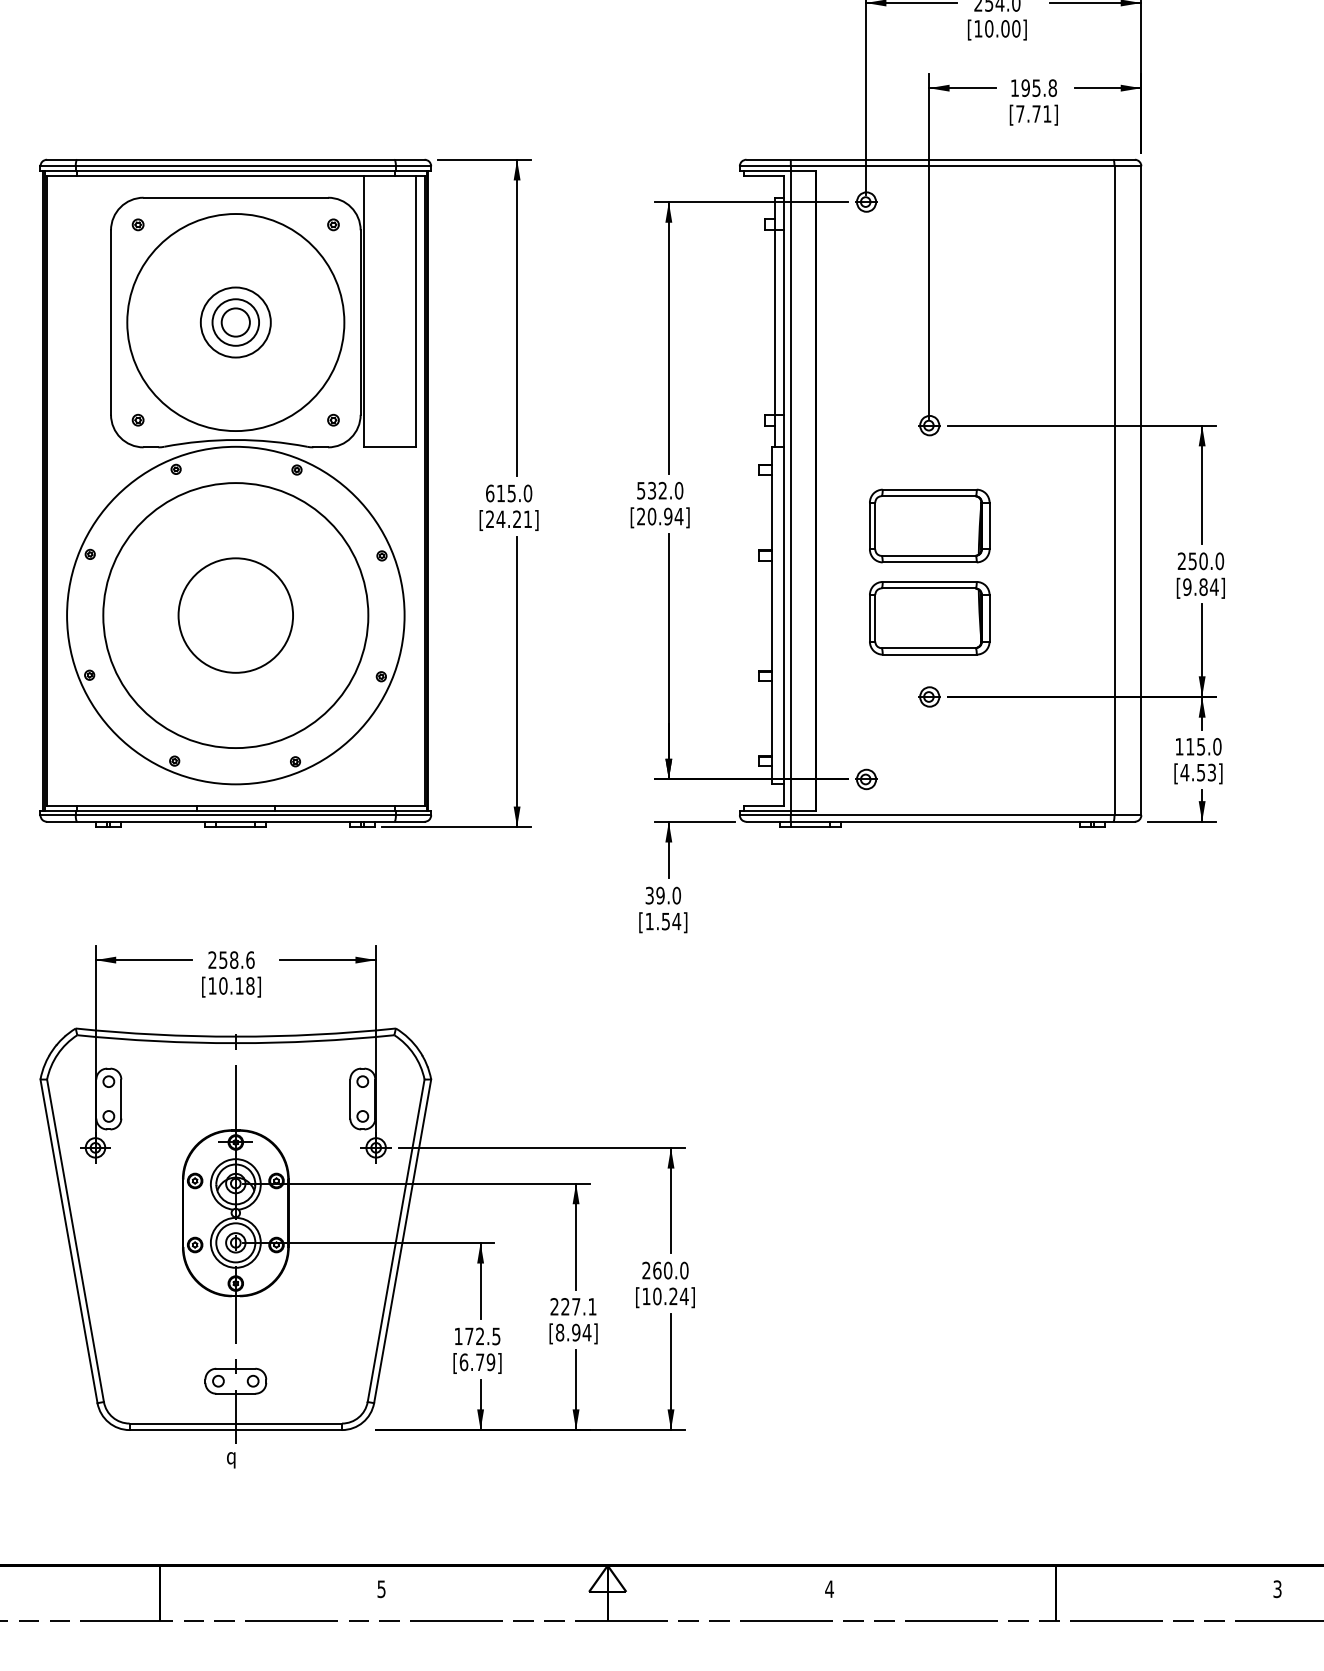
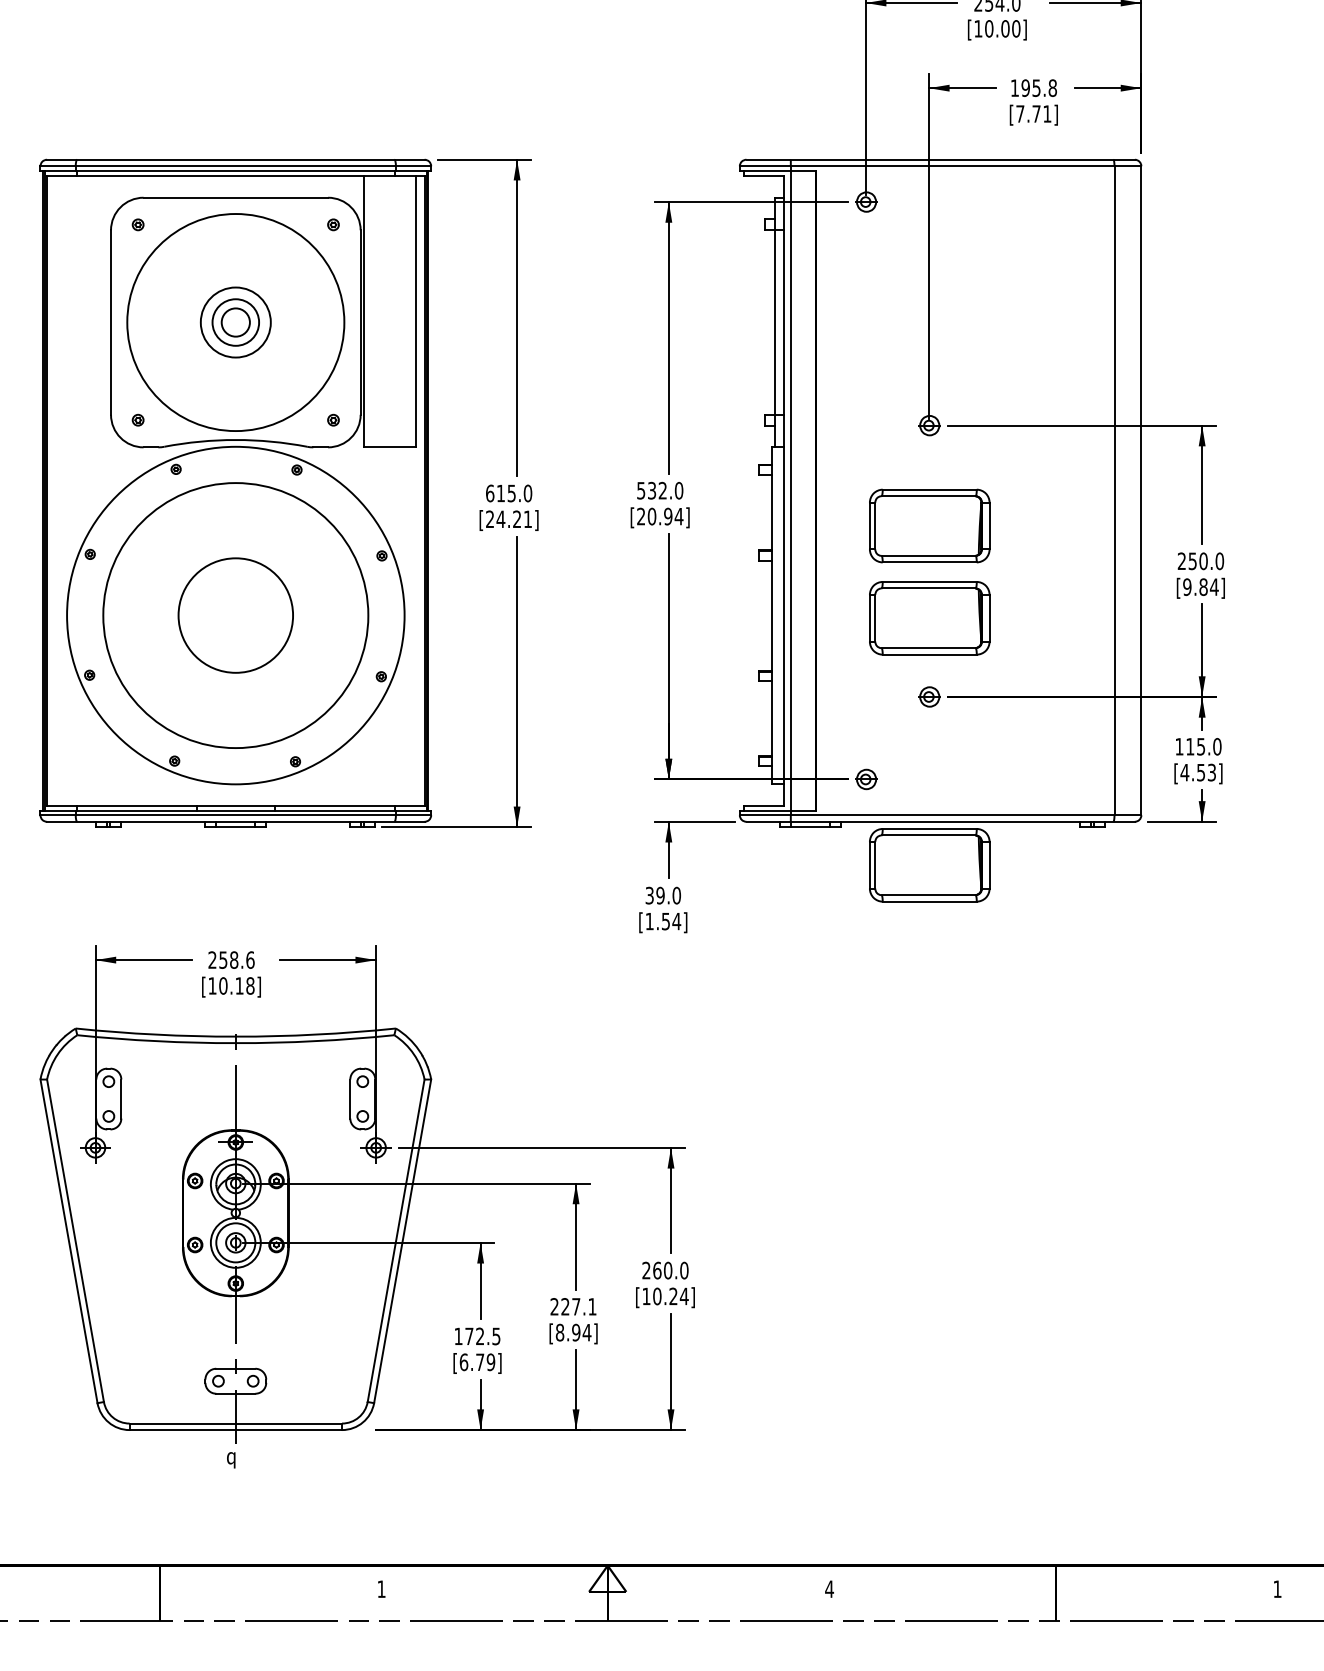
part at (929, 865): none -> present
text at (381, 1589): 5 -> 1
text at (1277, 1589): 3 -> 1
